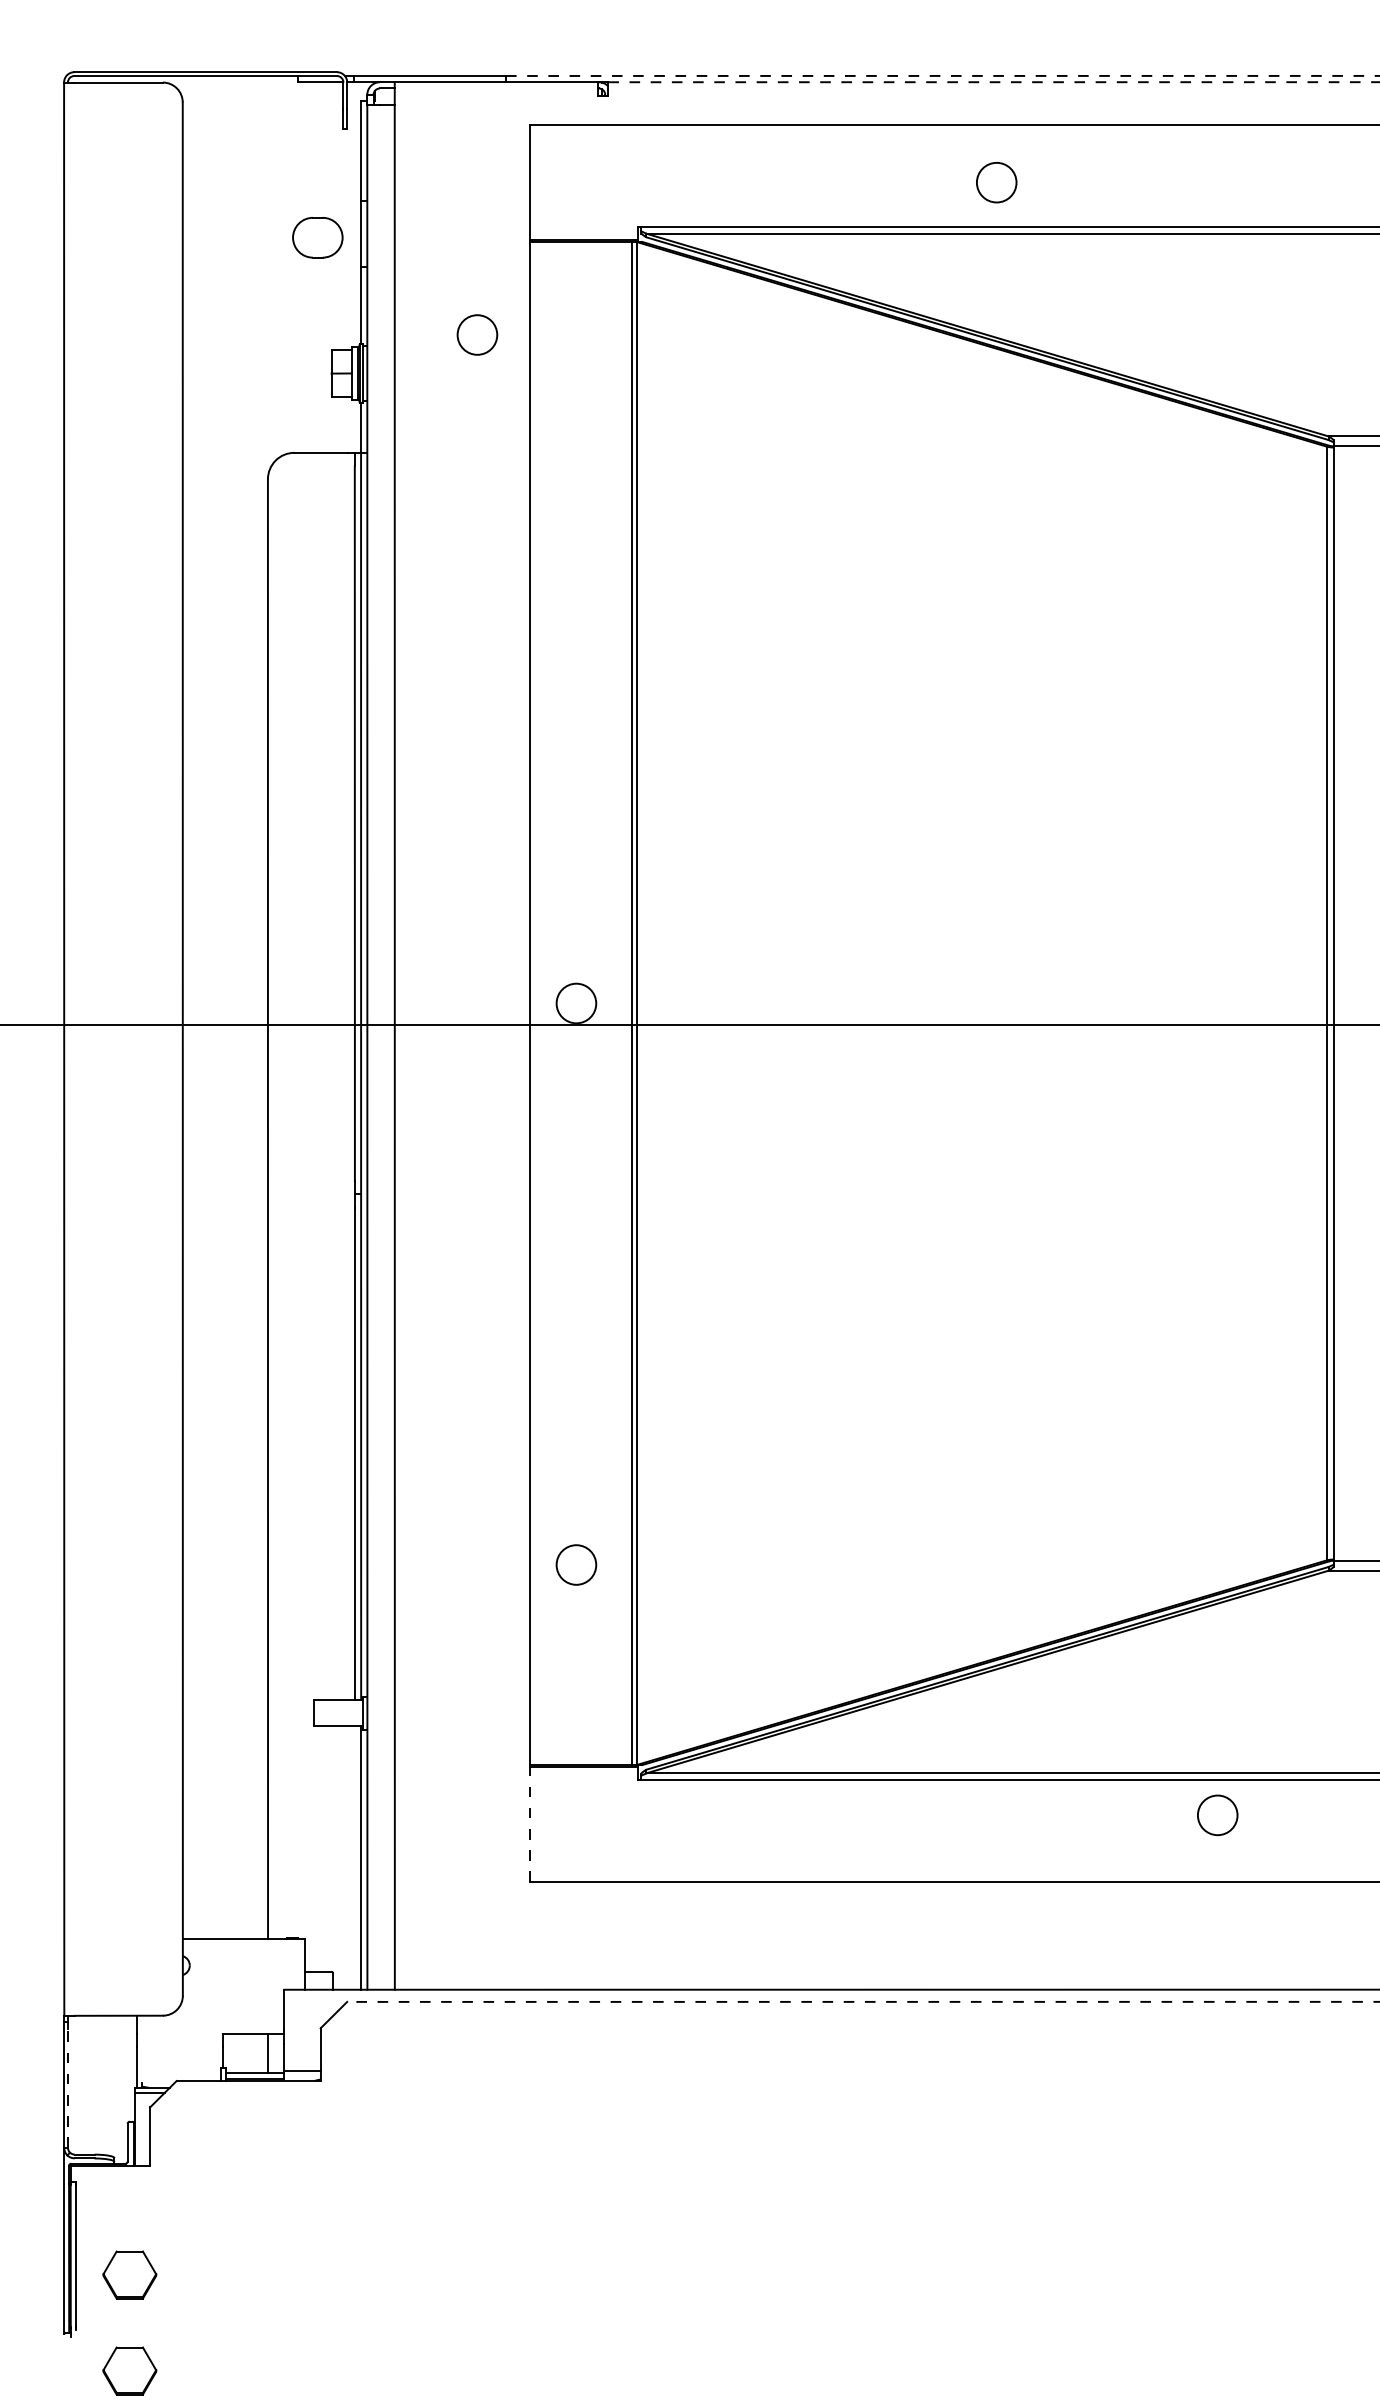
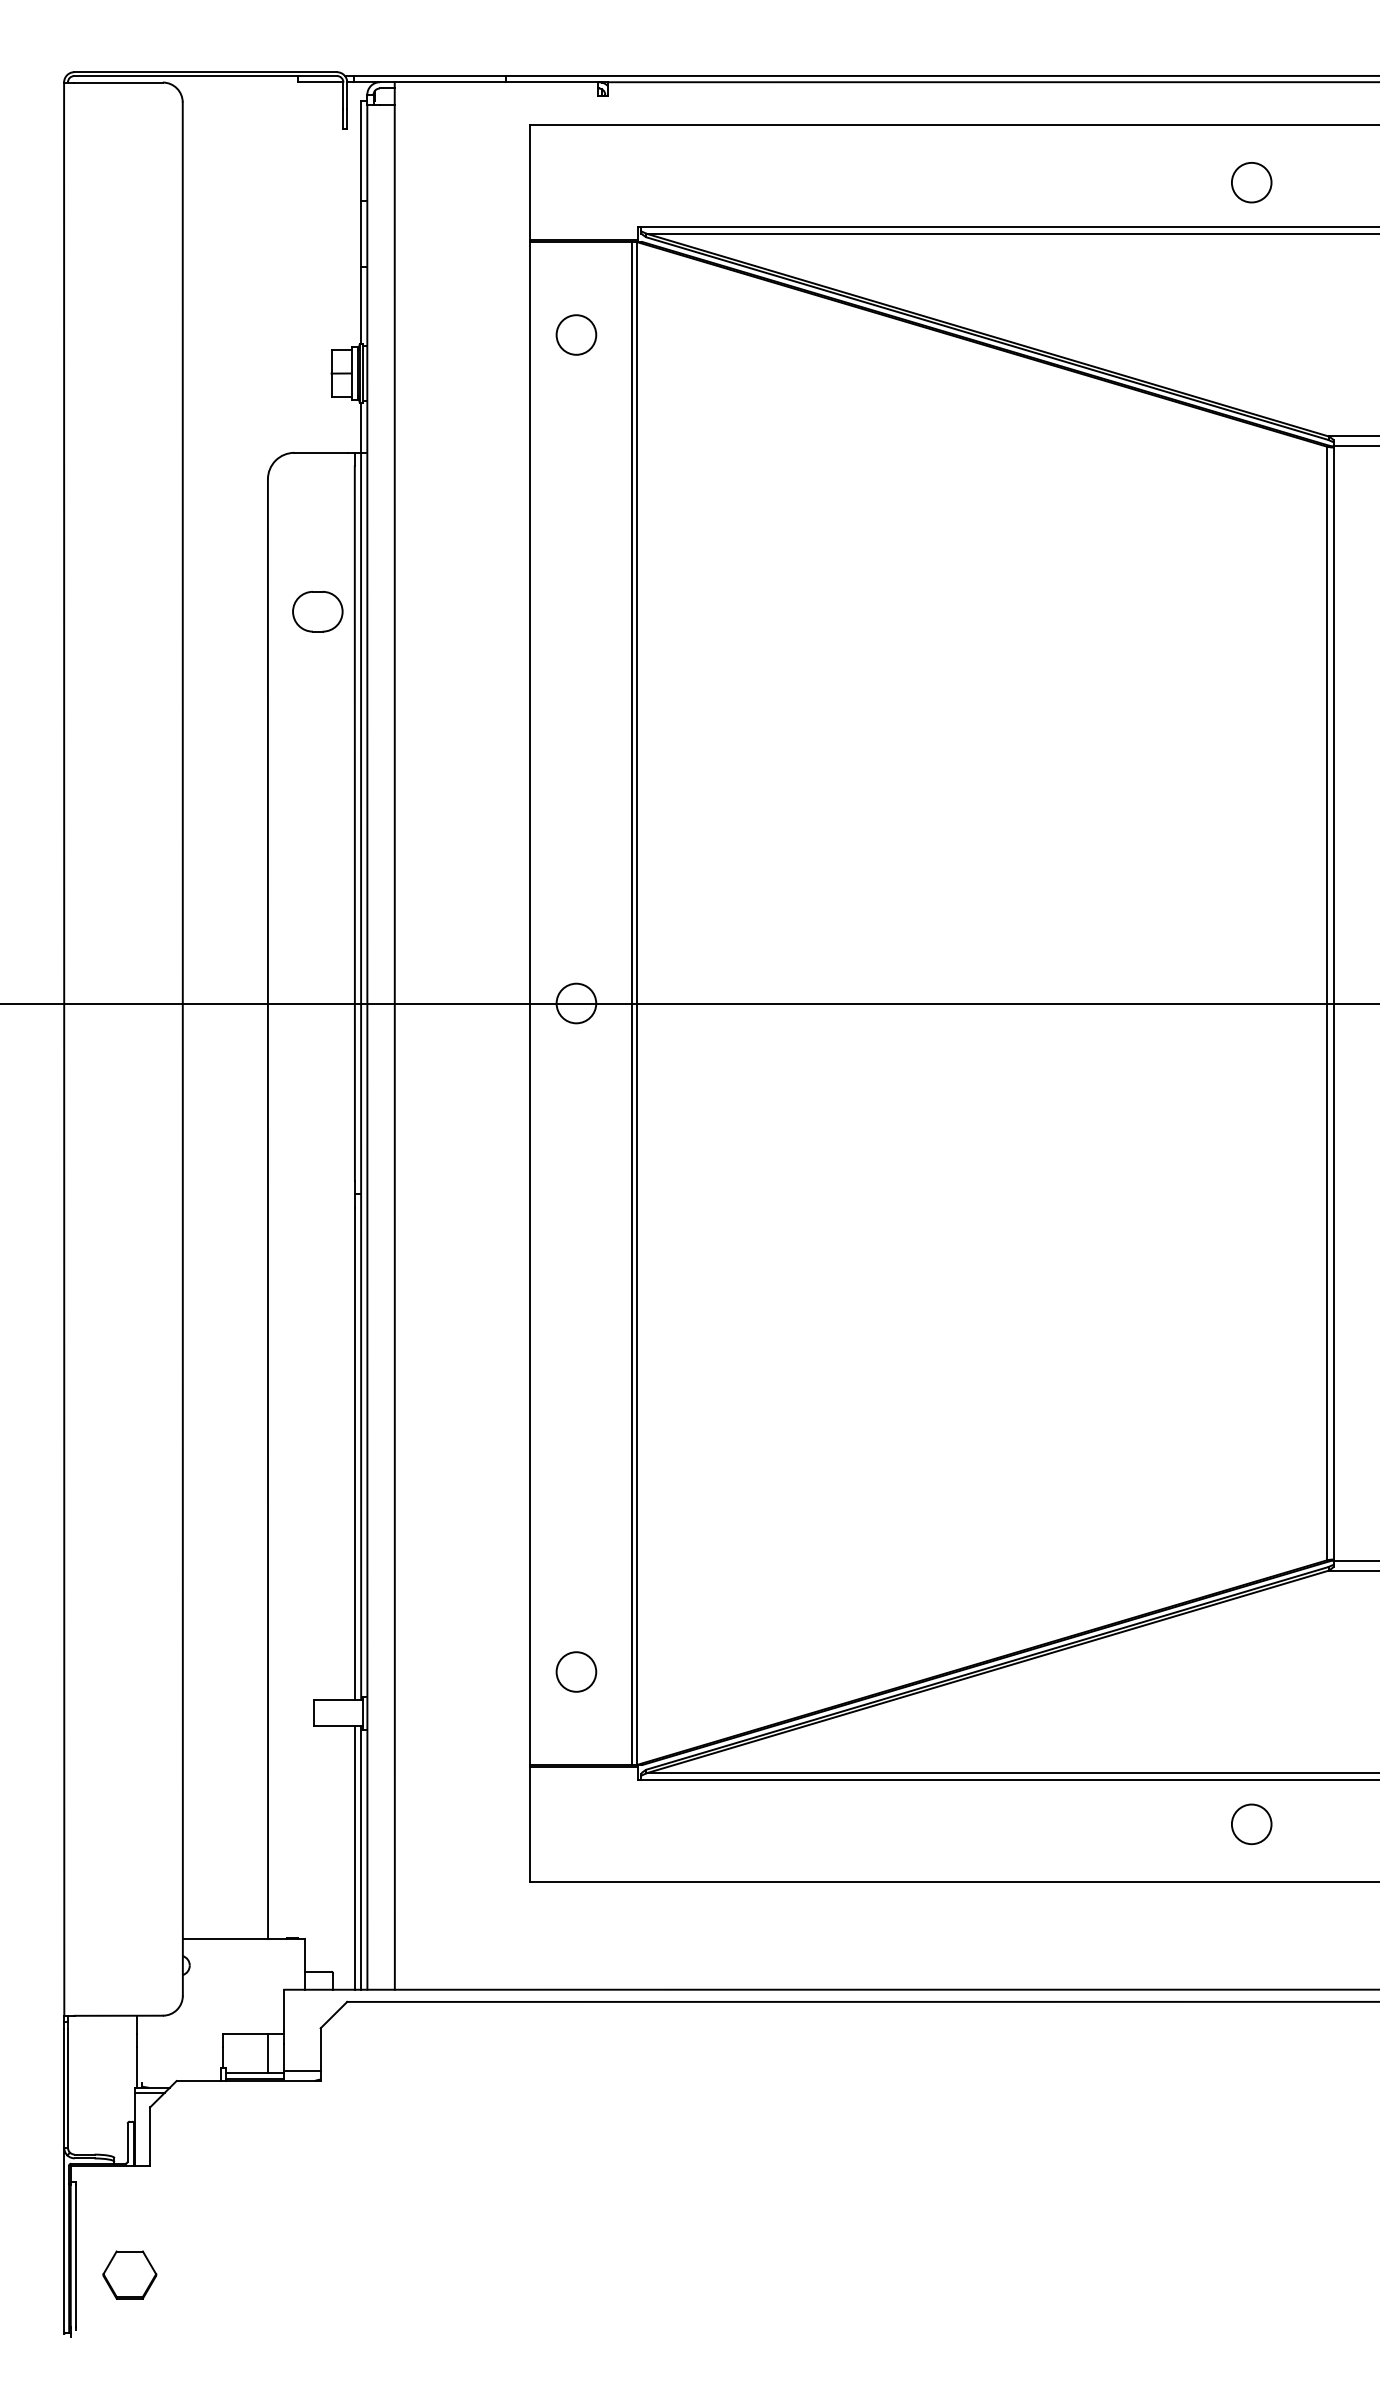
line at (942, 75): dashed -> solid
line at (994, 82): dashed -> solid
circle at (996, 182) position: (996, 182) -> (1251, 182)
part at (317, 237) position: (317, 237) -> (317, 611)
circle at (477, 334) position: (477, 334) -> (576, 334)
line at (689, 1024) position: (689, 1024) -> (689, 1003)
circle at (576, 1564) position: (576, 1564) -> (576, 1671)
circle at (1217, 1815) position: (1217, 1815) -> (1251, 1824)
line at (530, 1824): dashed -> solid
line at (354, 1857): none -> present
line at (863, 2001): dashed -> solid
line at (68, 2088): dashed -> solid
part at (129, 2370): present -> none
